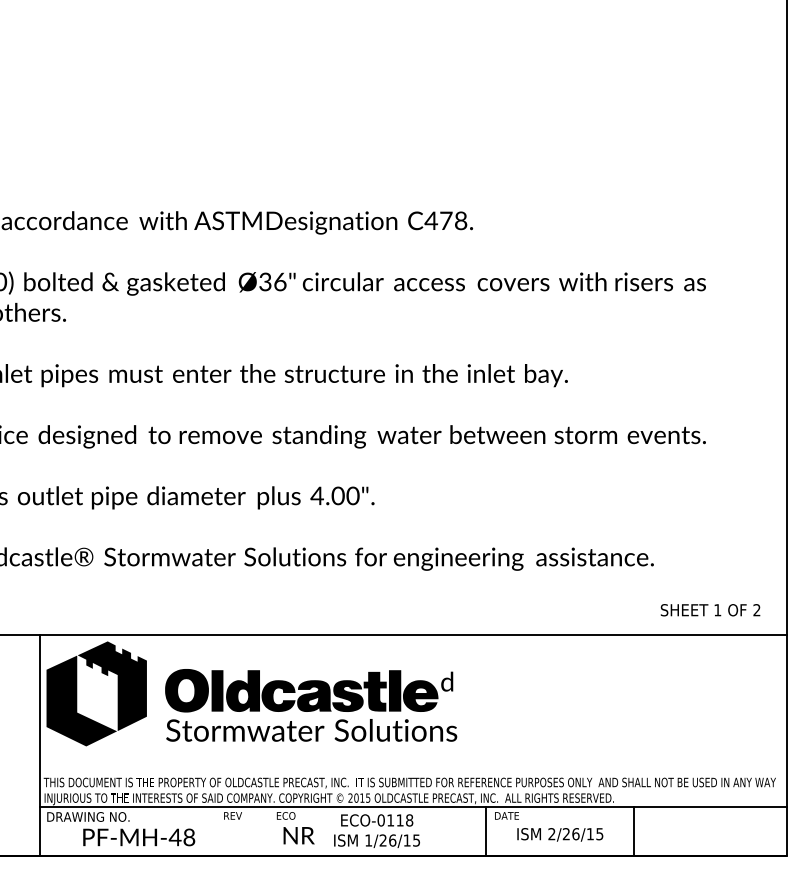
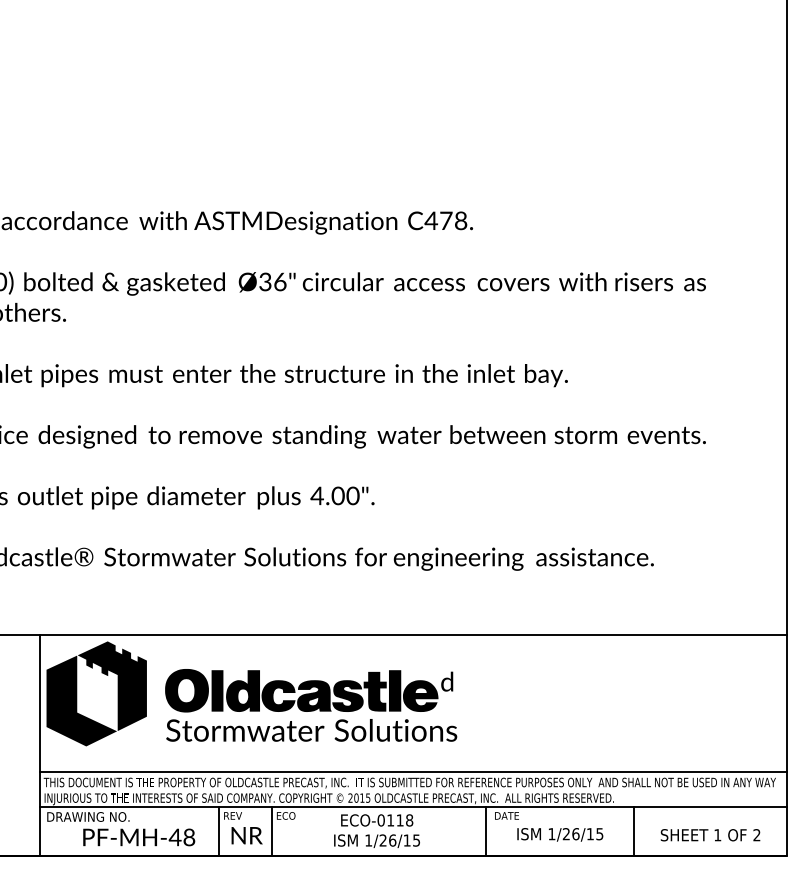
text at (710, 610) position: (710, 610) -> (710, 835)
line at (413, 772): none -> present
line at (218, 831): none -> present
line at (271, 831): none -> present
text at (551, 834): 2/26/15 -> 1/26/15
text at (298, 835) position: (298, 835) -> (246, 835)
